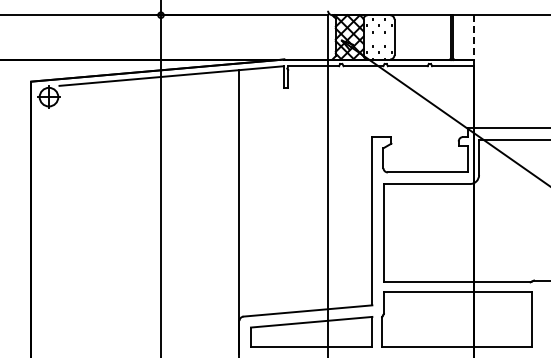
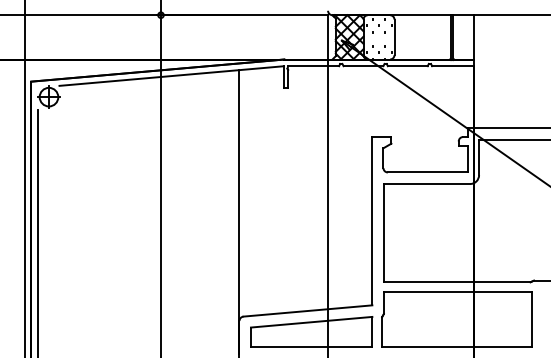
line at (474, 37): dashed -> solid
line at (24, 178): none -> present
line at (37, 232): none -> present
